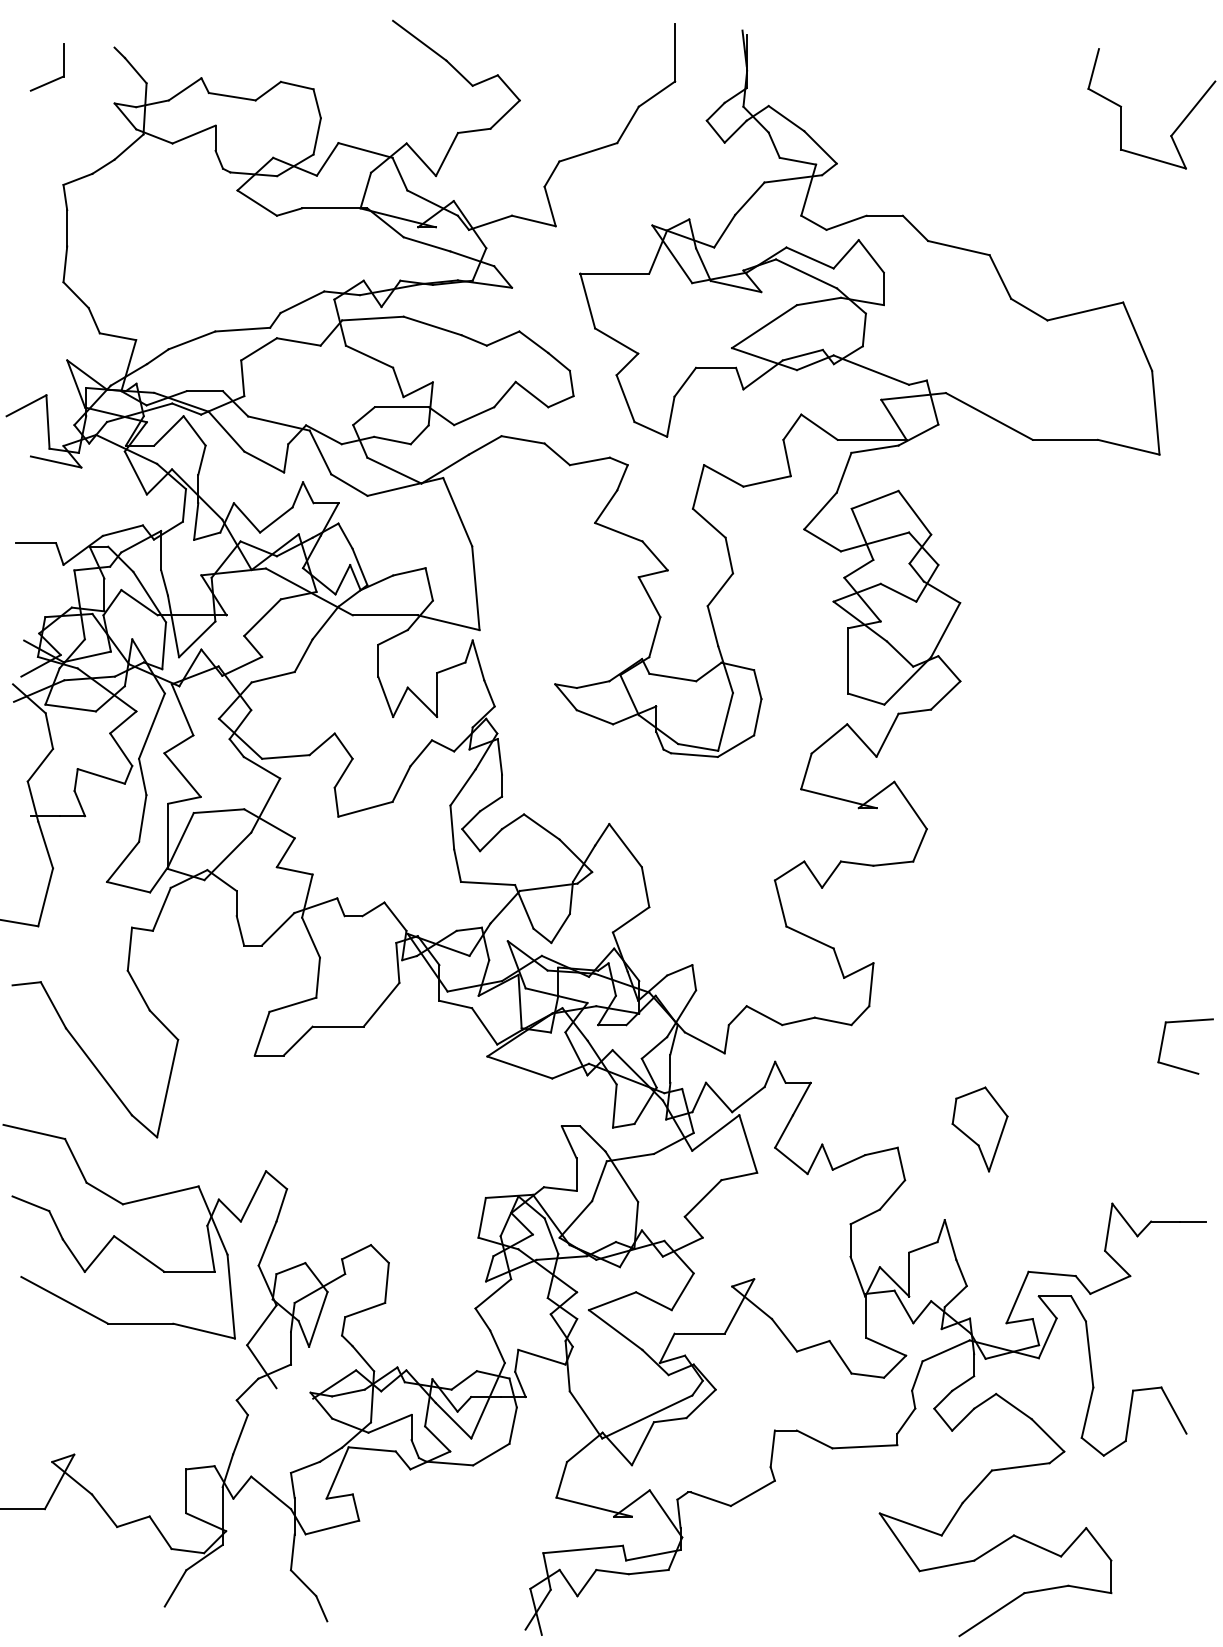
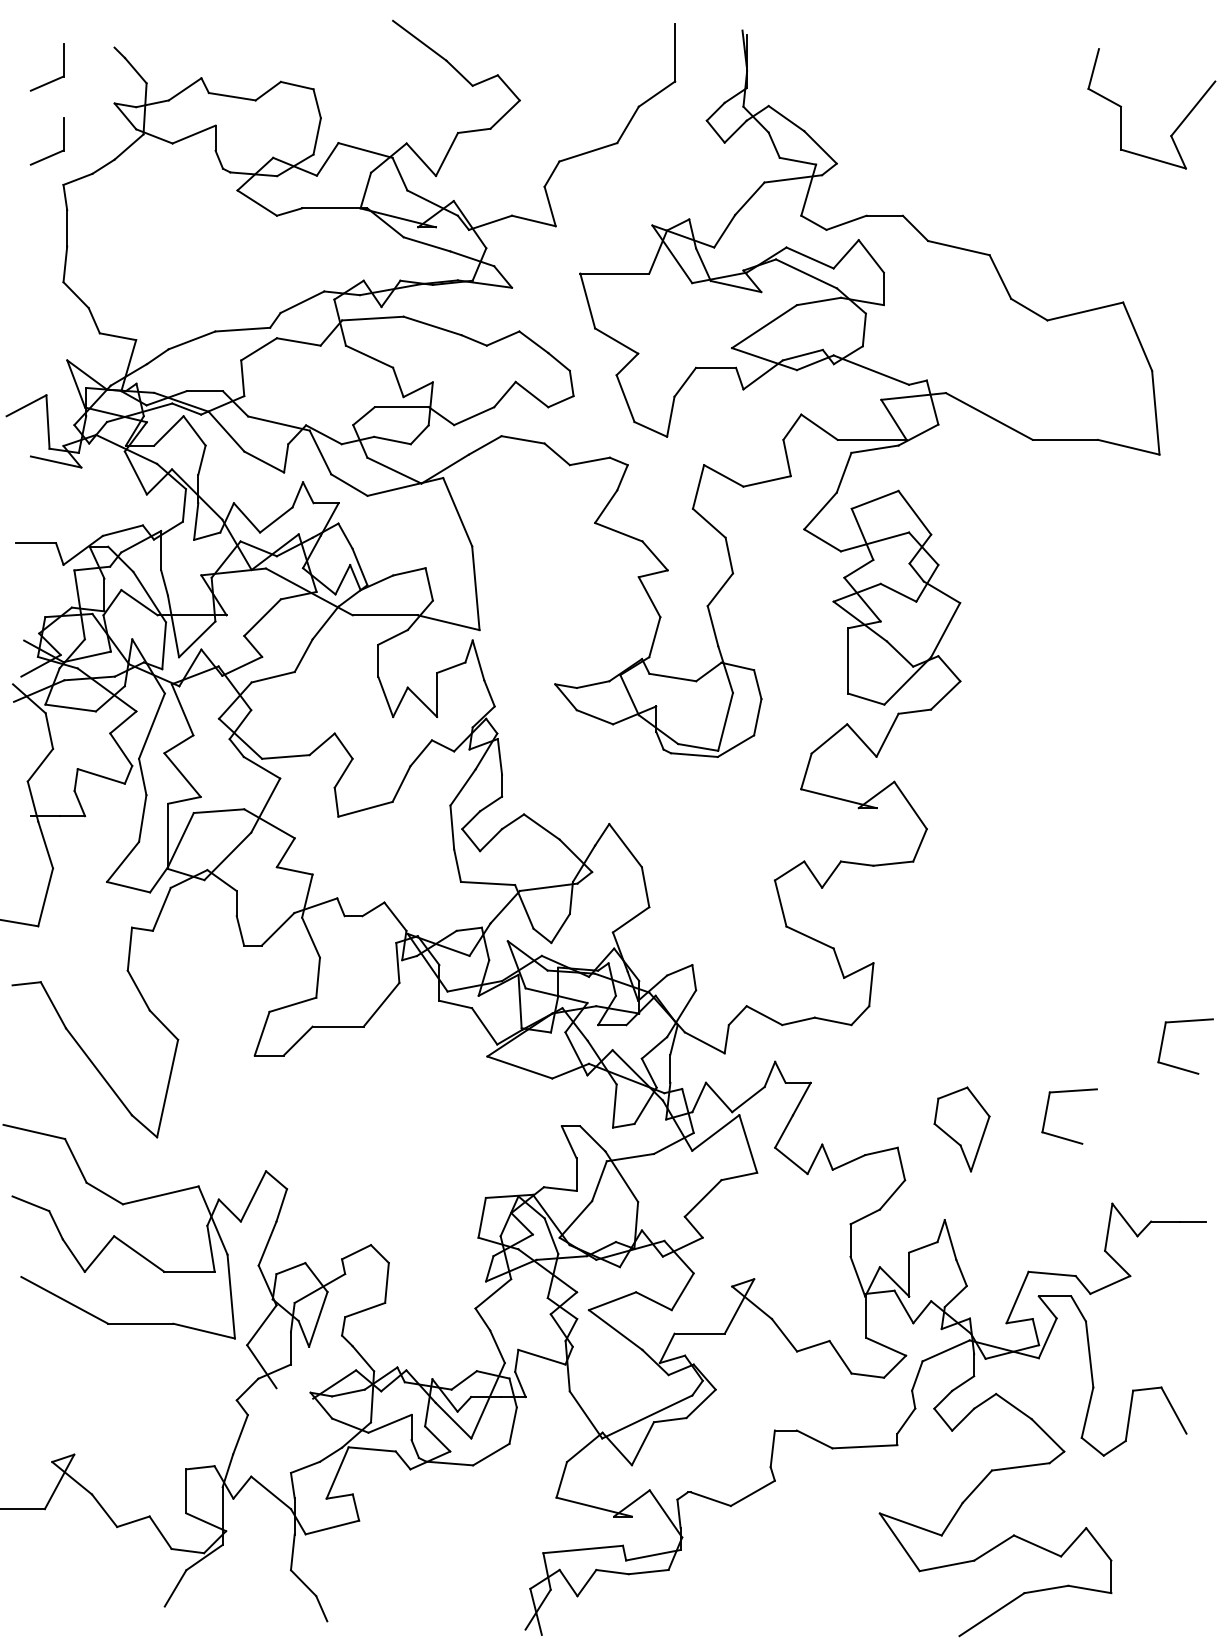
part at (53, 153): none -> present
part at (979, 1129) position: (979, 1129) -> (961, 1129)
part at (1061, 1136): none -> present
